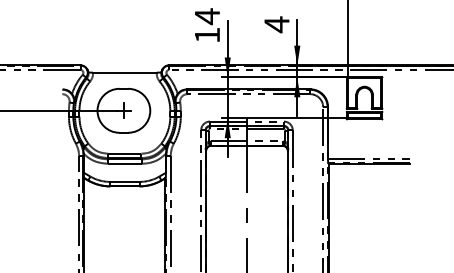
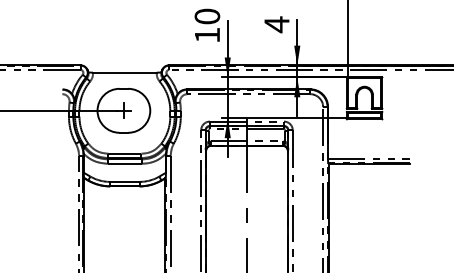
text at (207, 16): 14 -> 10
